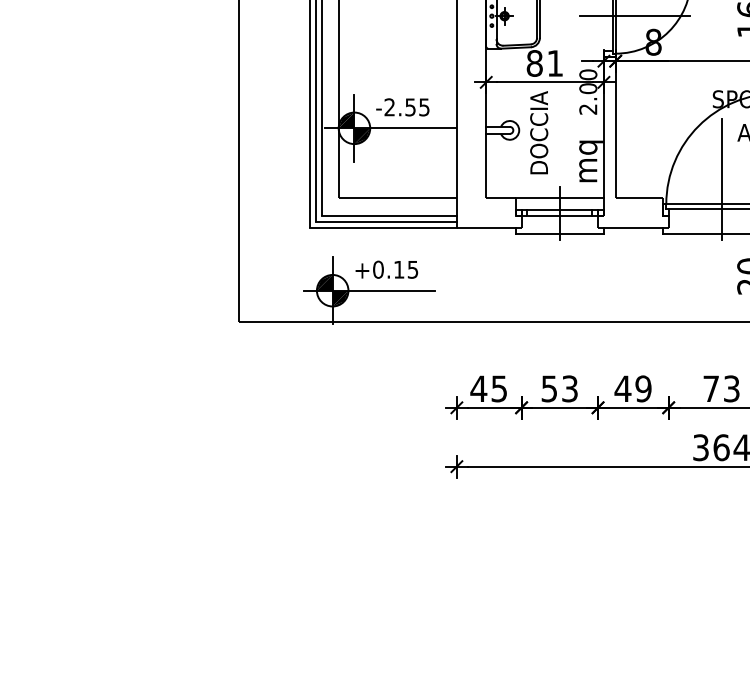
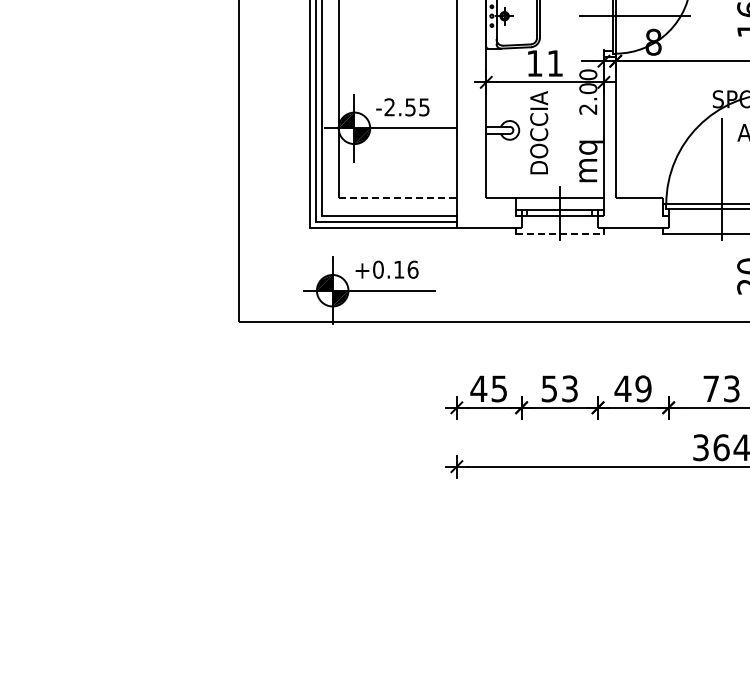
text at (534, 63): 81 -> 11
line at (398, 198): solid -> dashed
line at (560, 233): solid -> dashed
text at (412, 269): +0.15 -> +0.16
